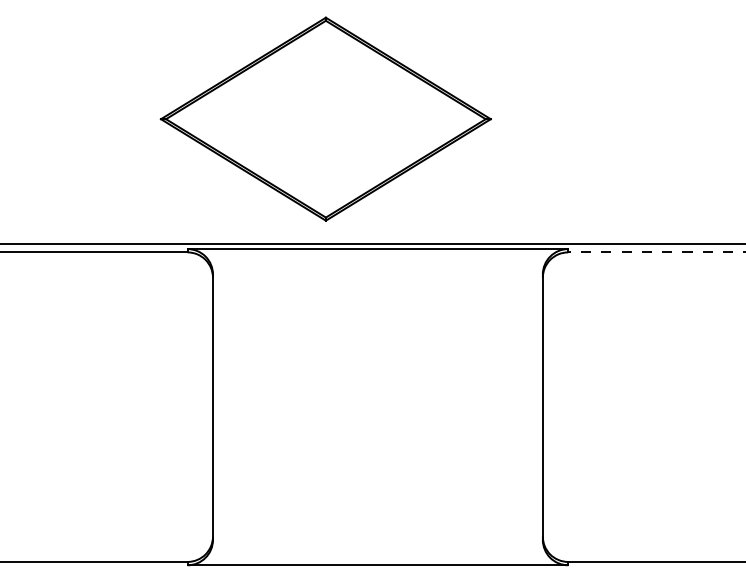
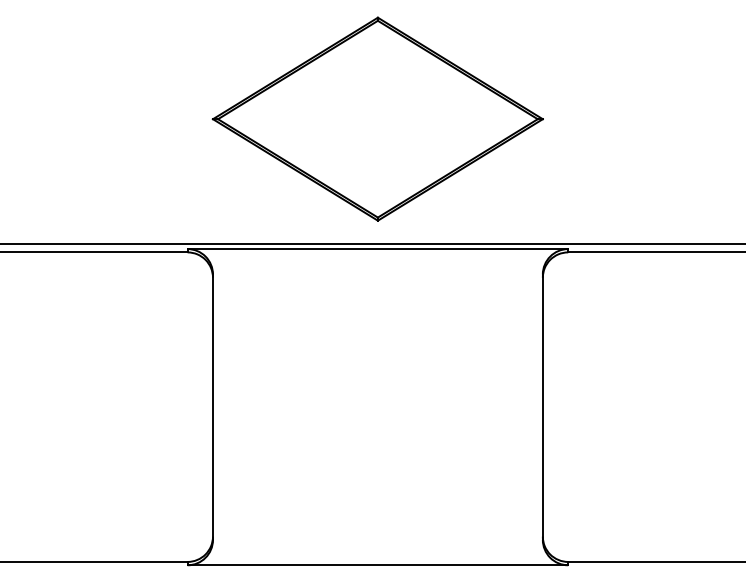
part at (325, 118) position: (325, 118) -> (377, 118)
line at (656, 252): dashed -> solid
